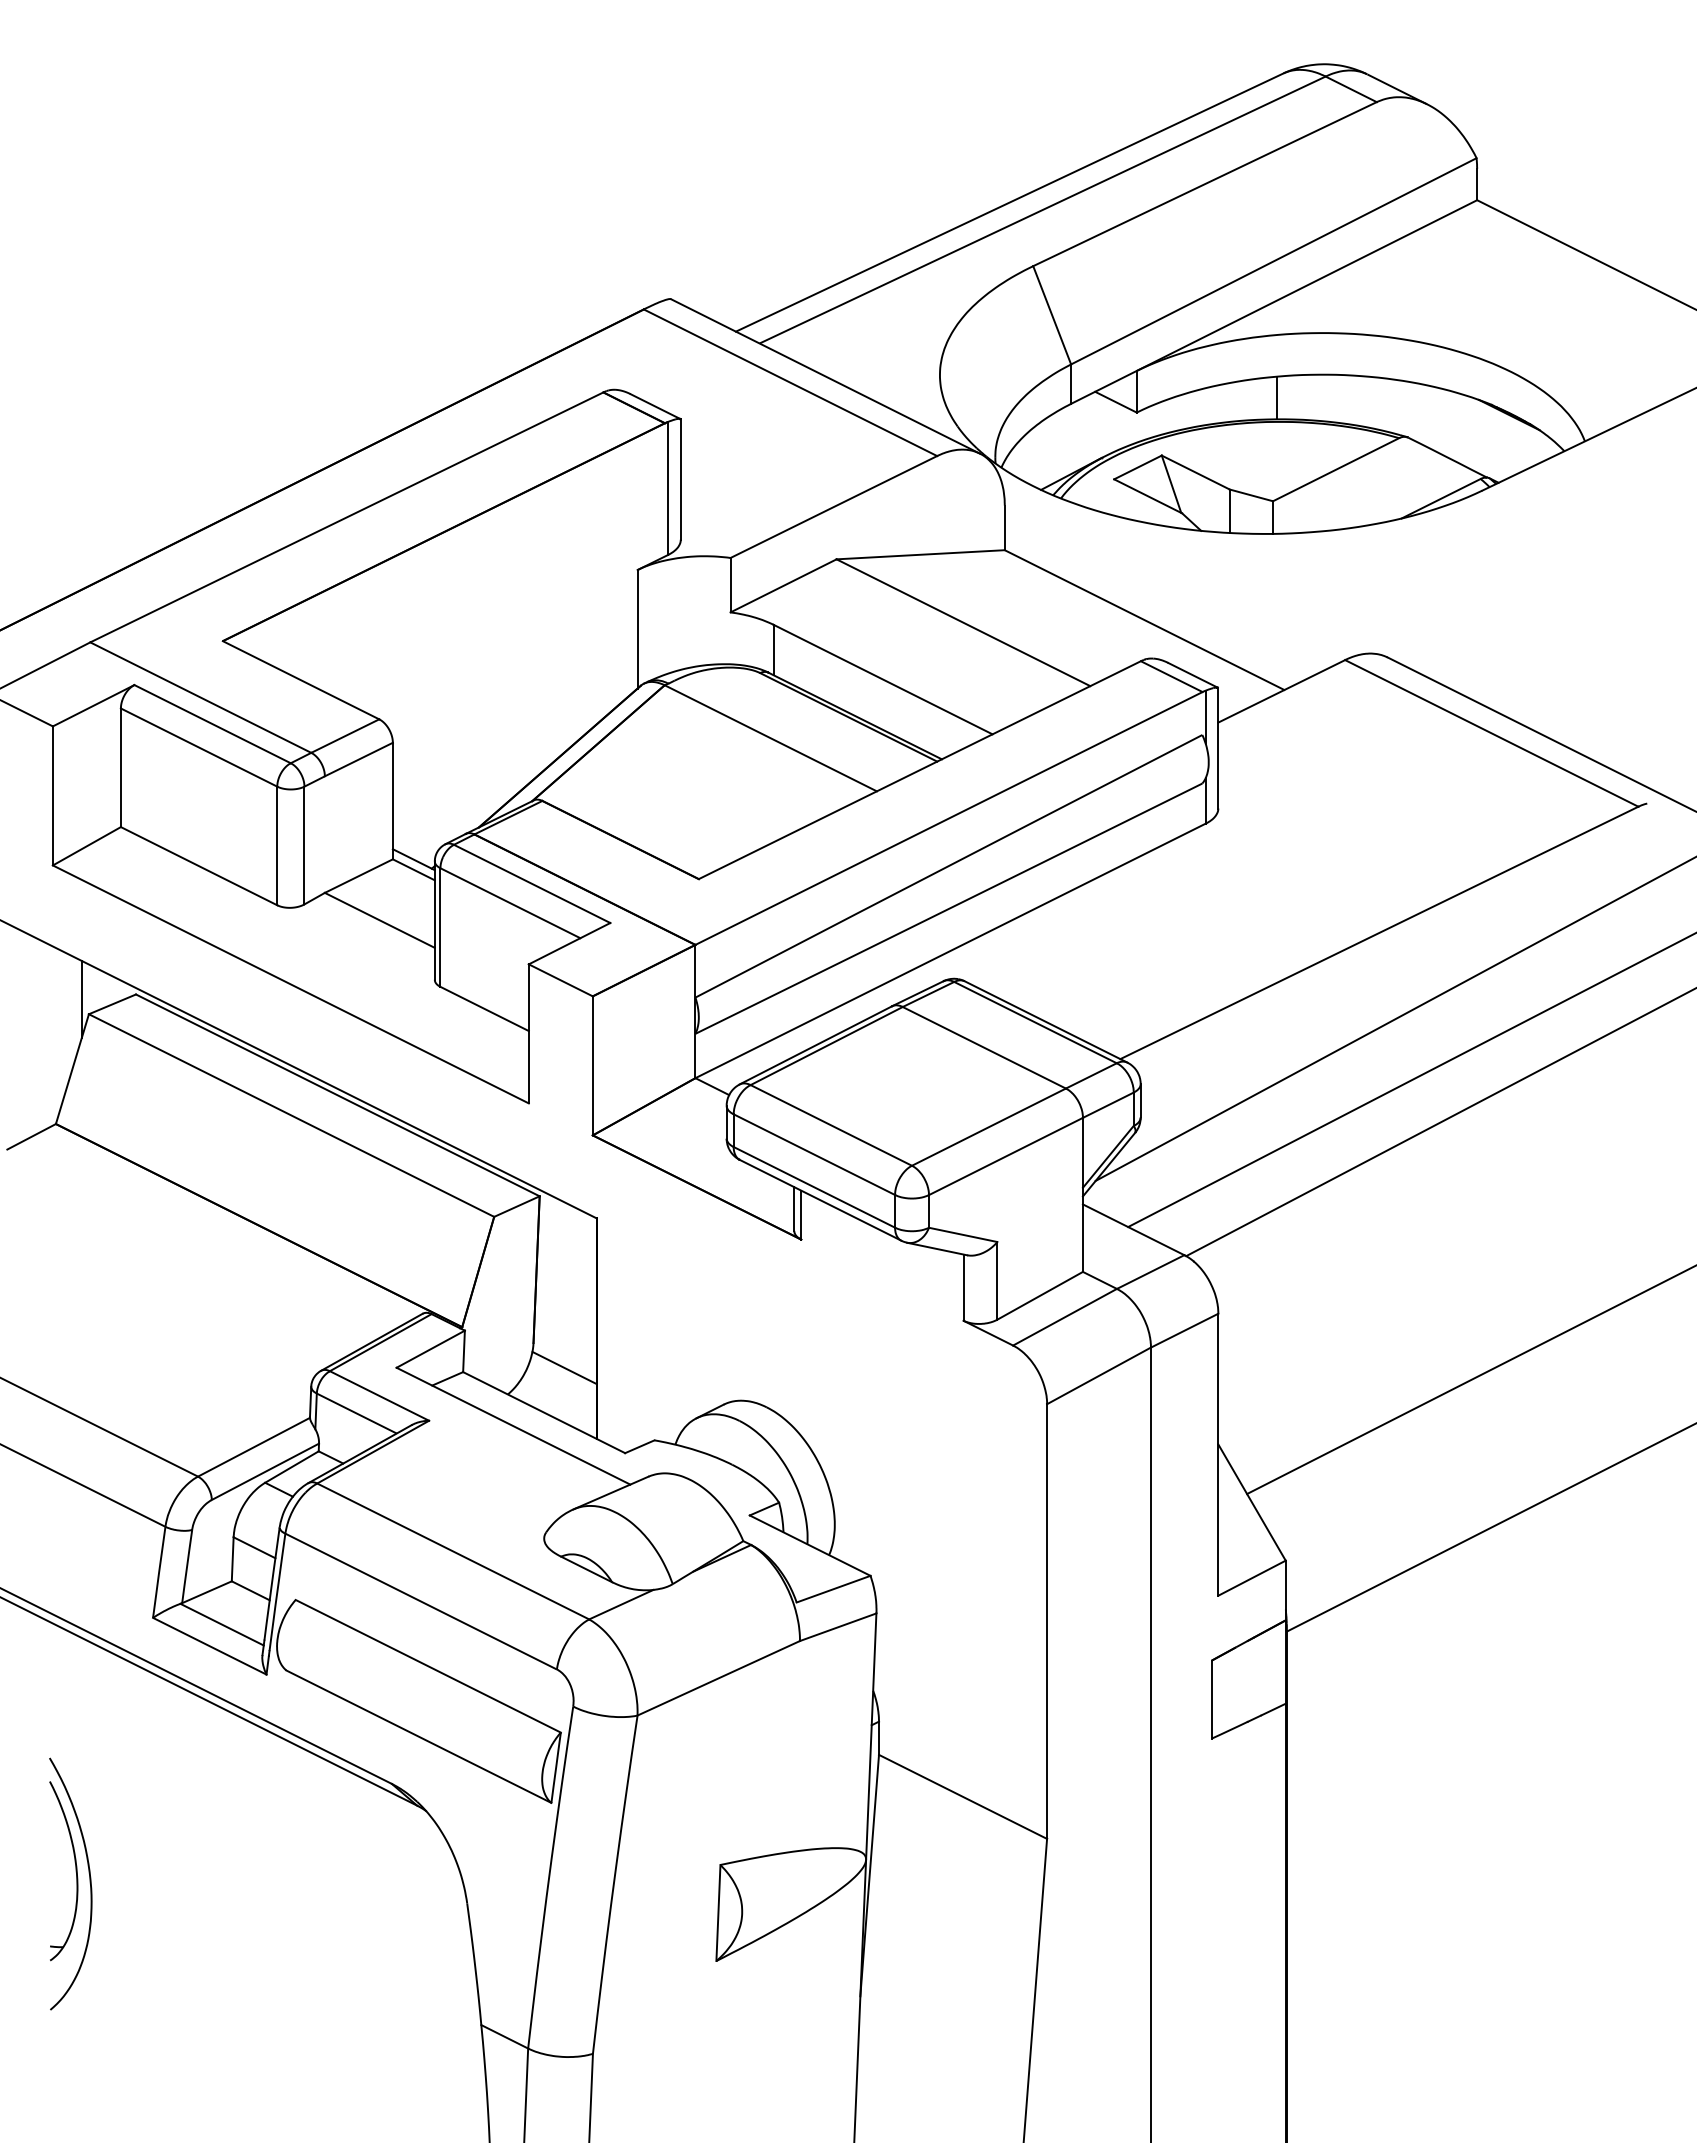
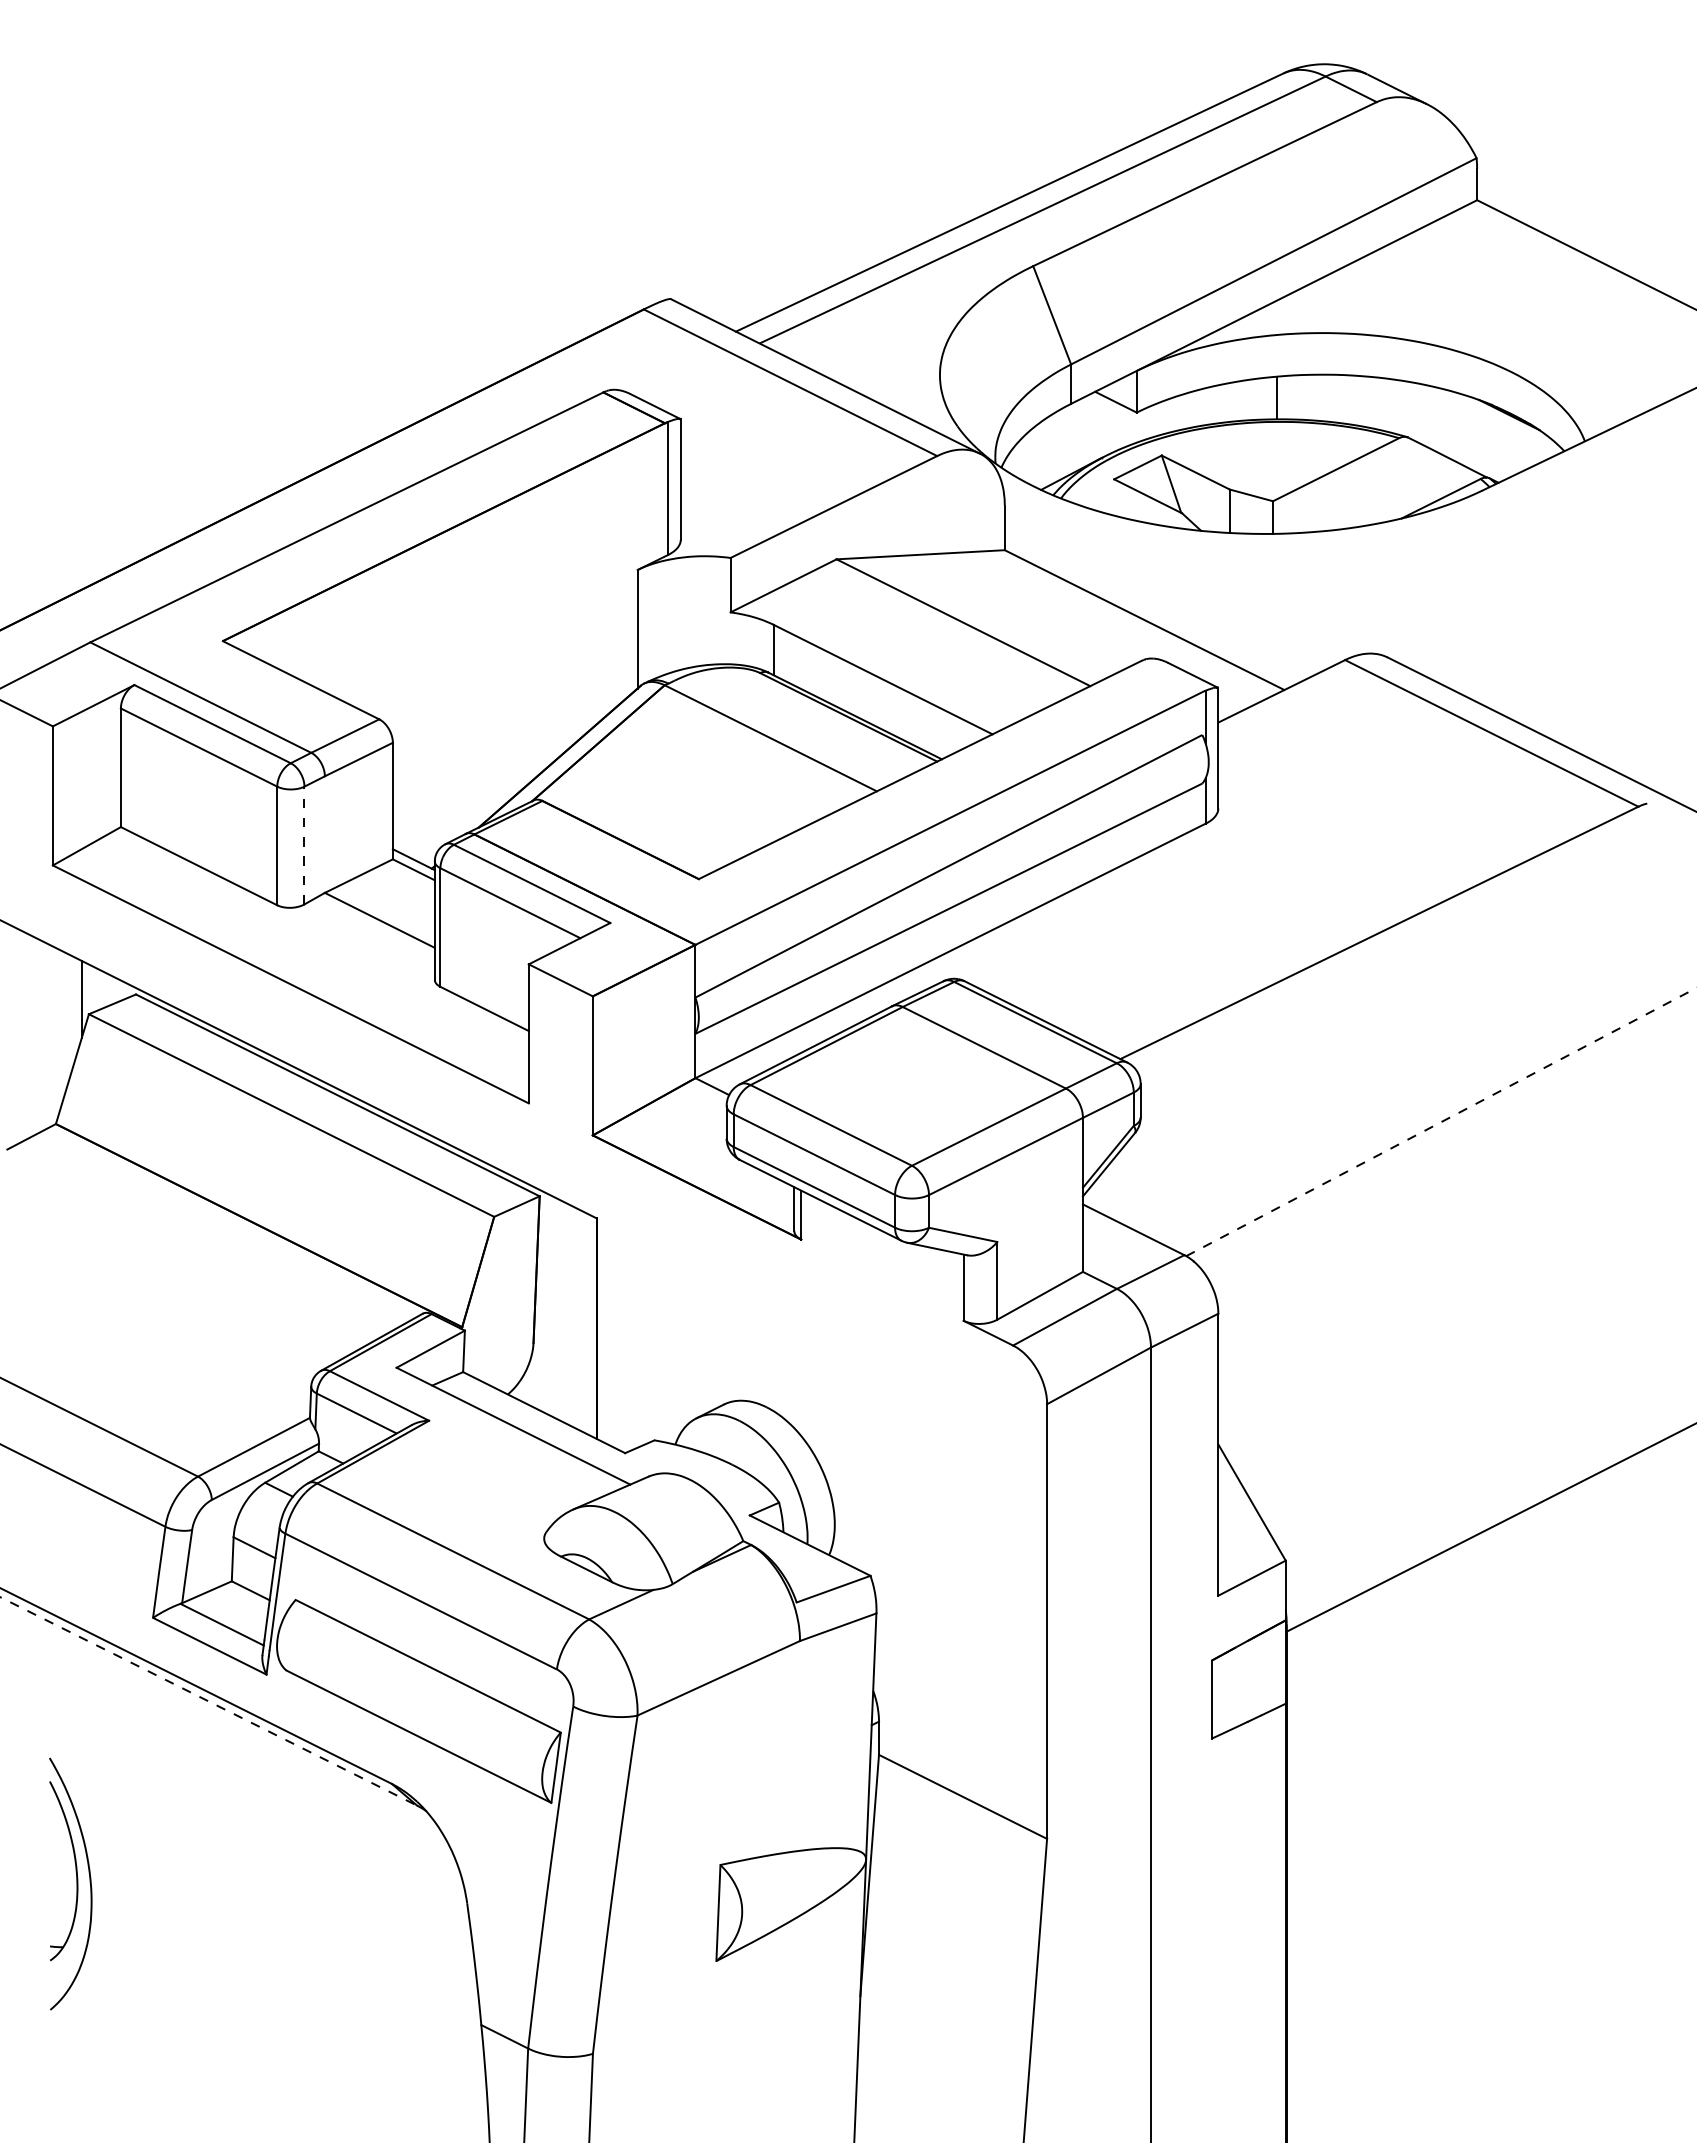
line at (1171, 676): present -> none
line at (304, 845): solid -> dashed
line at (1394, 1019): present -> none
line at (1410, 1080): present -> none
line at (1441, 1121): solid -> dashed
line at (564, 1367): present -> none
line at (1470, 1380): present -> none
line at (208, 1701): solid -> dashed
